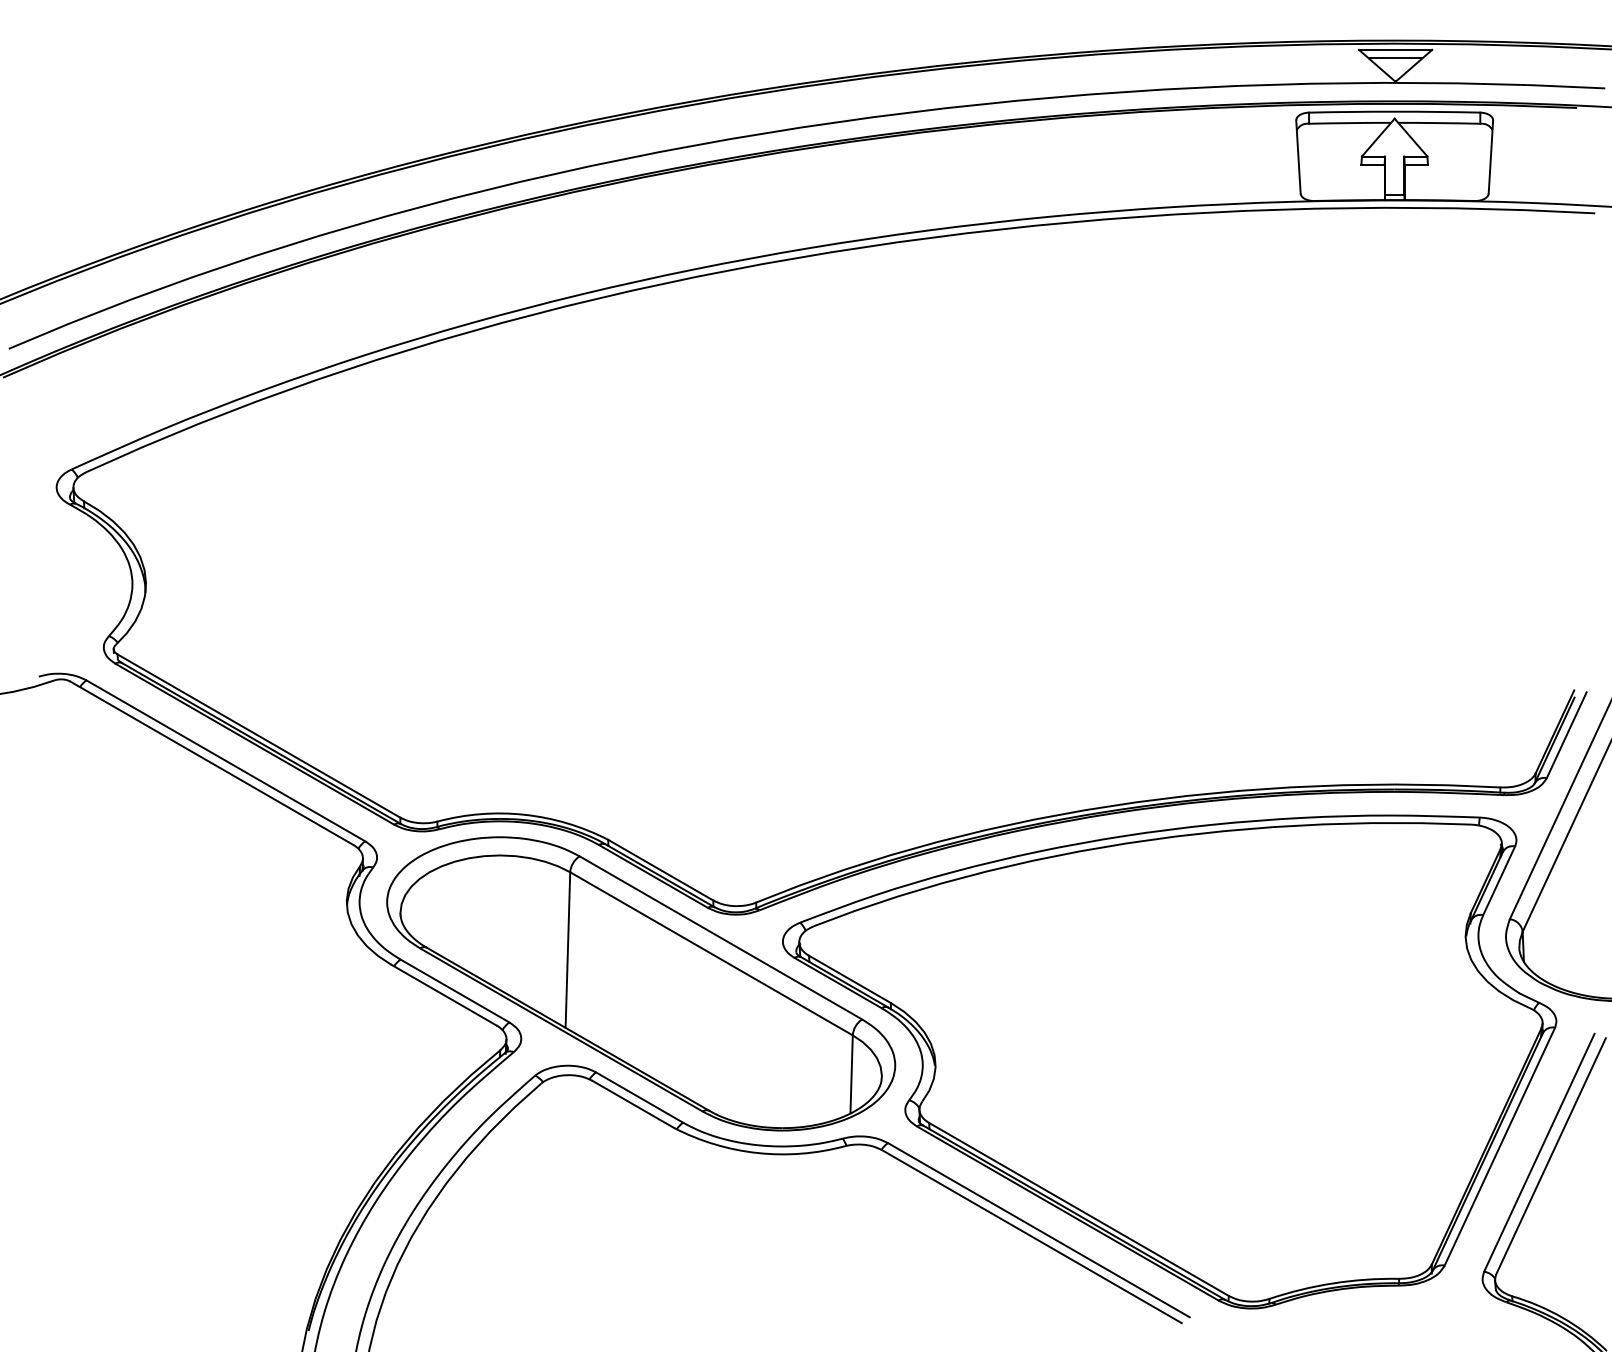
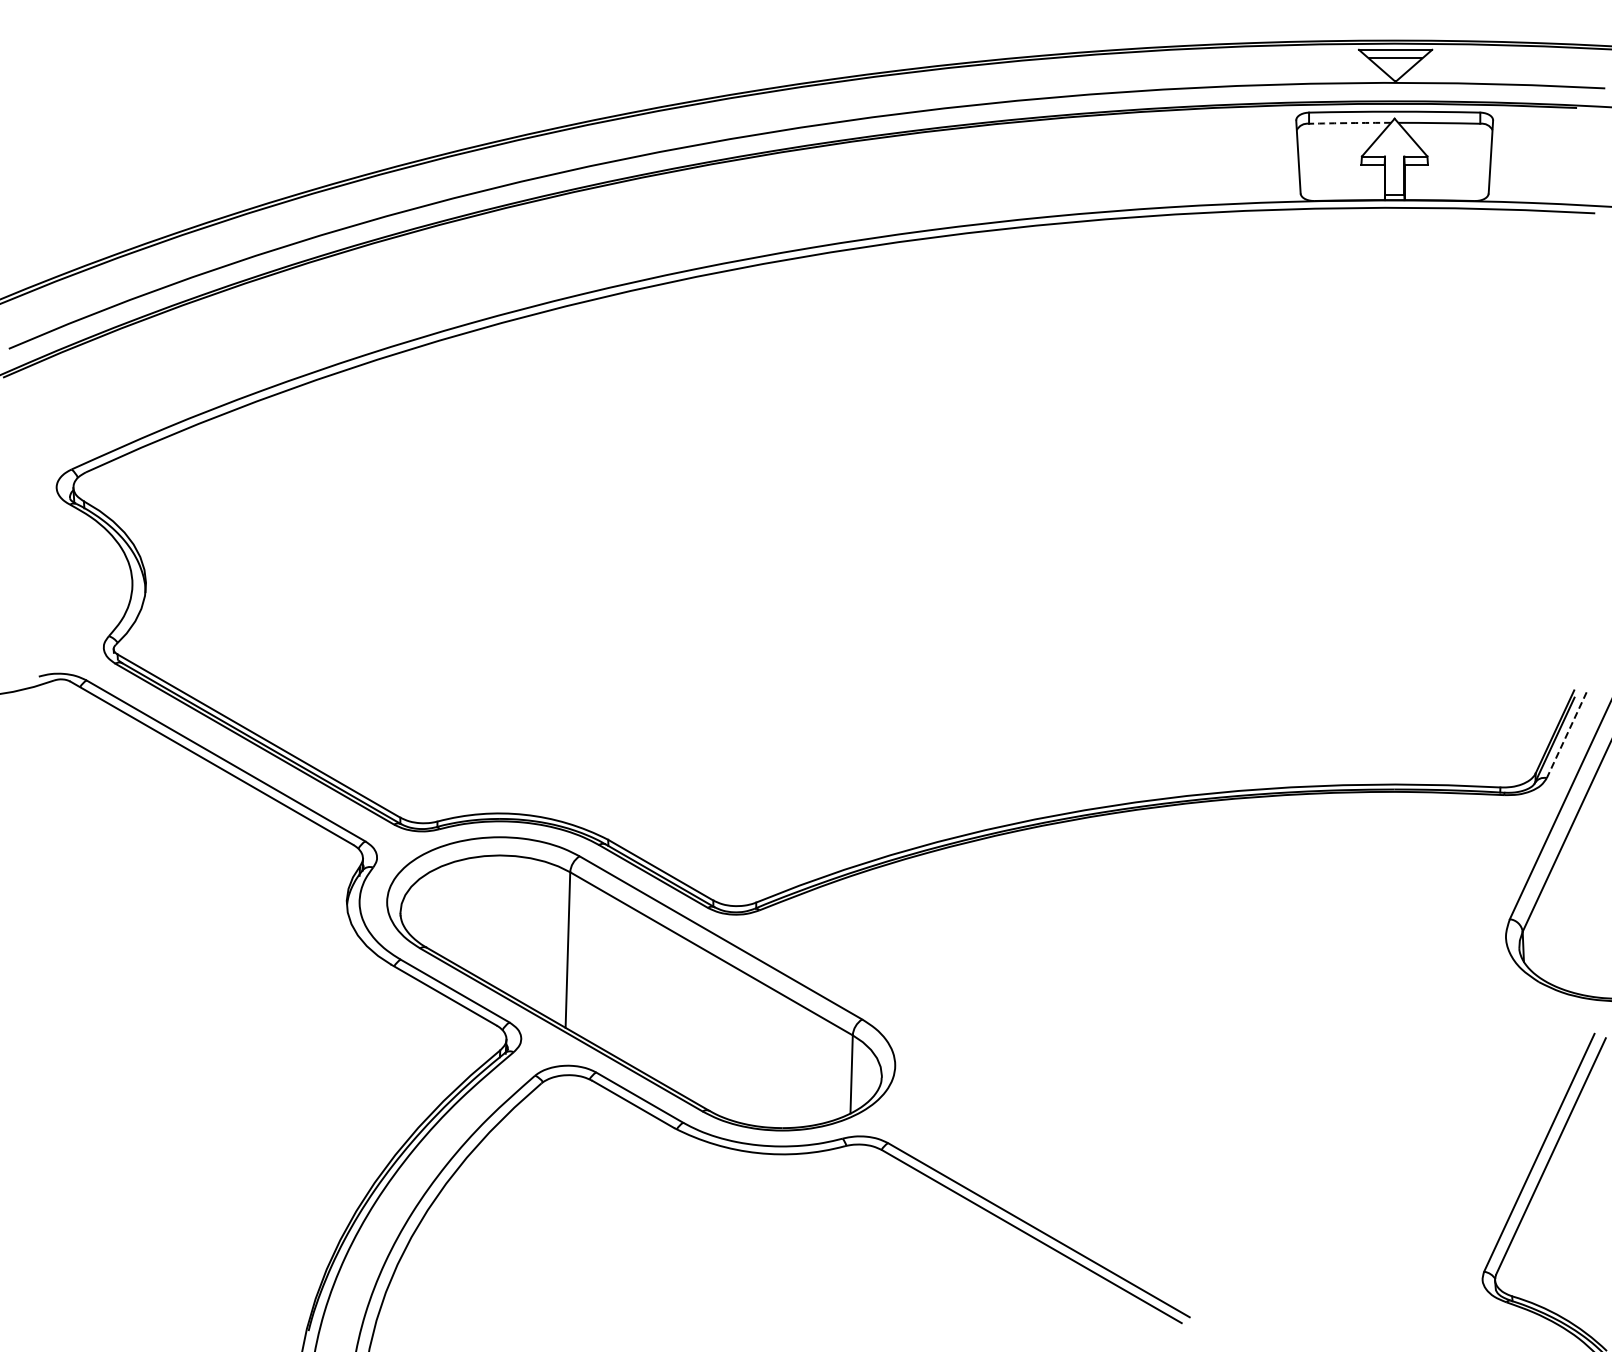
arc at (1350, 123): solid -> dashed
line at (1566, 735): solid -> dashed
part at (1169, 1061): present -> none
